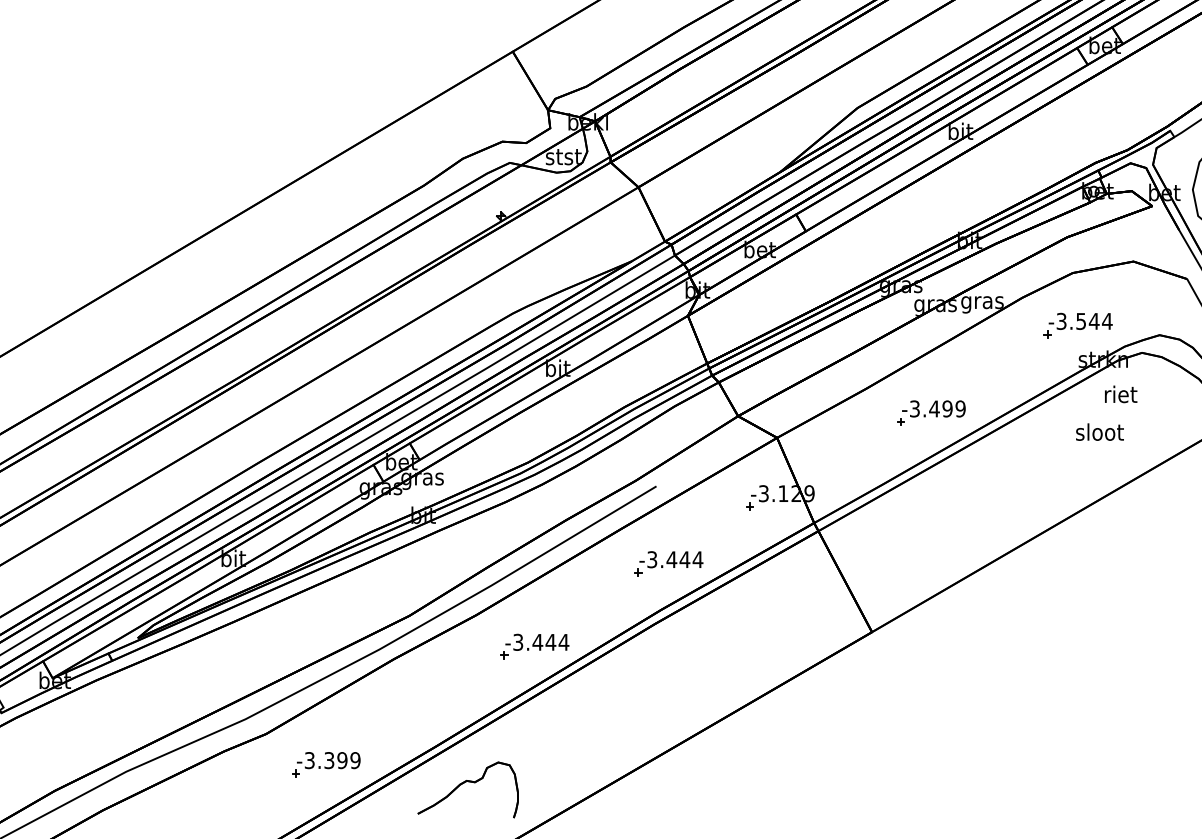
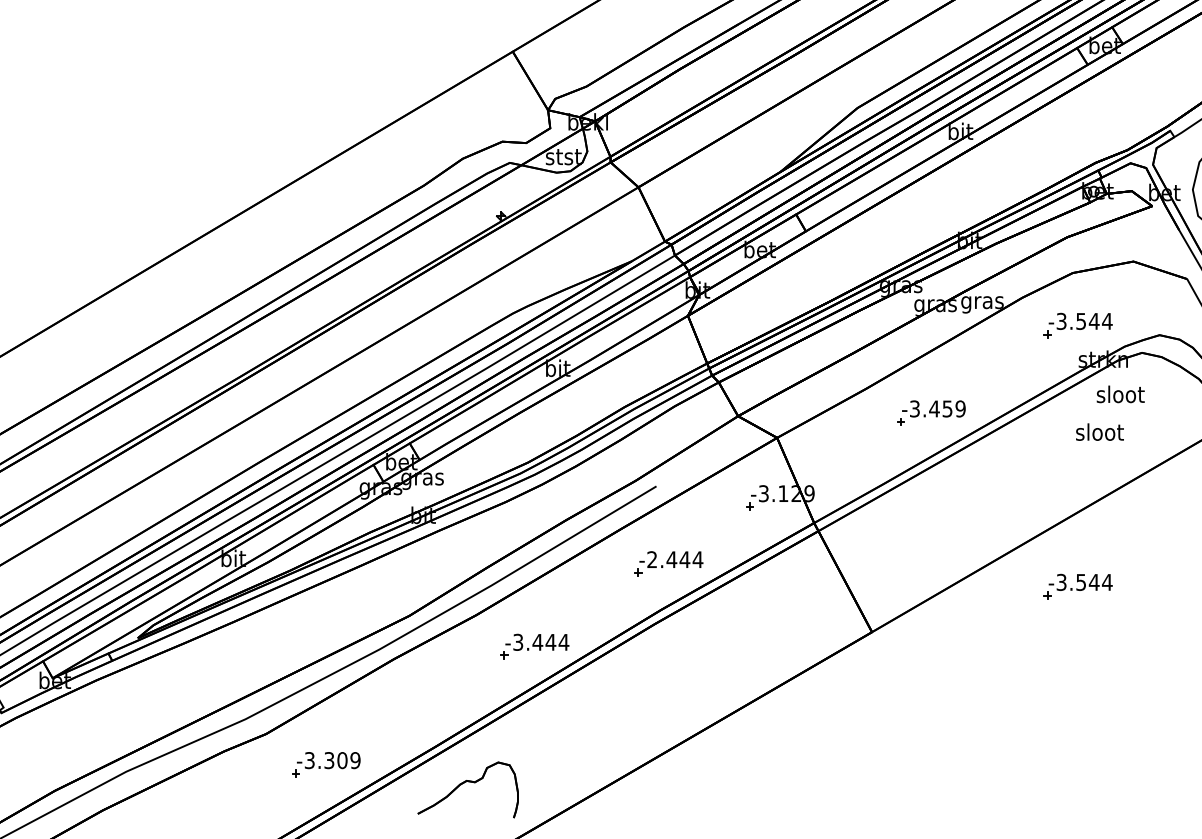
text at (1120, 394): riet -> sloot
text at (947, 408): -3.499 -> -3.459
text at (652, 559): -3.444 -> -2.444
part at (1077, 586): none -> present
text at (342, 760): -3.399 -> -3.309
